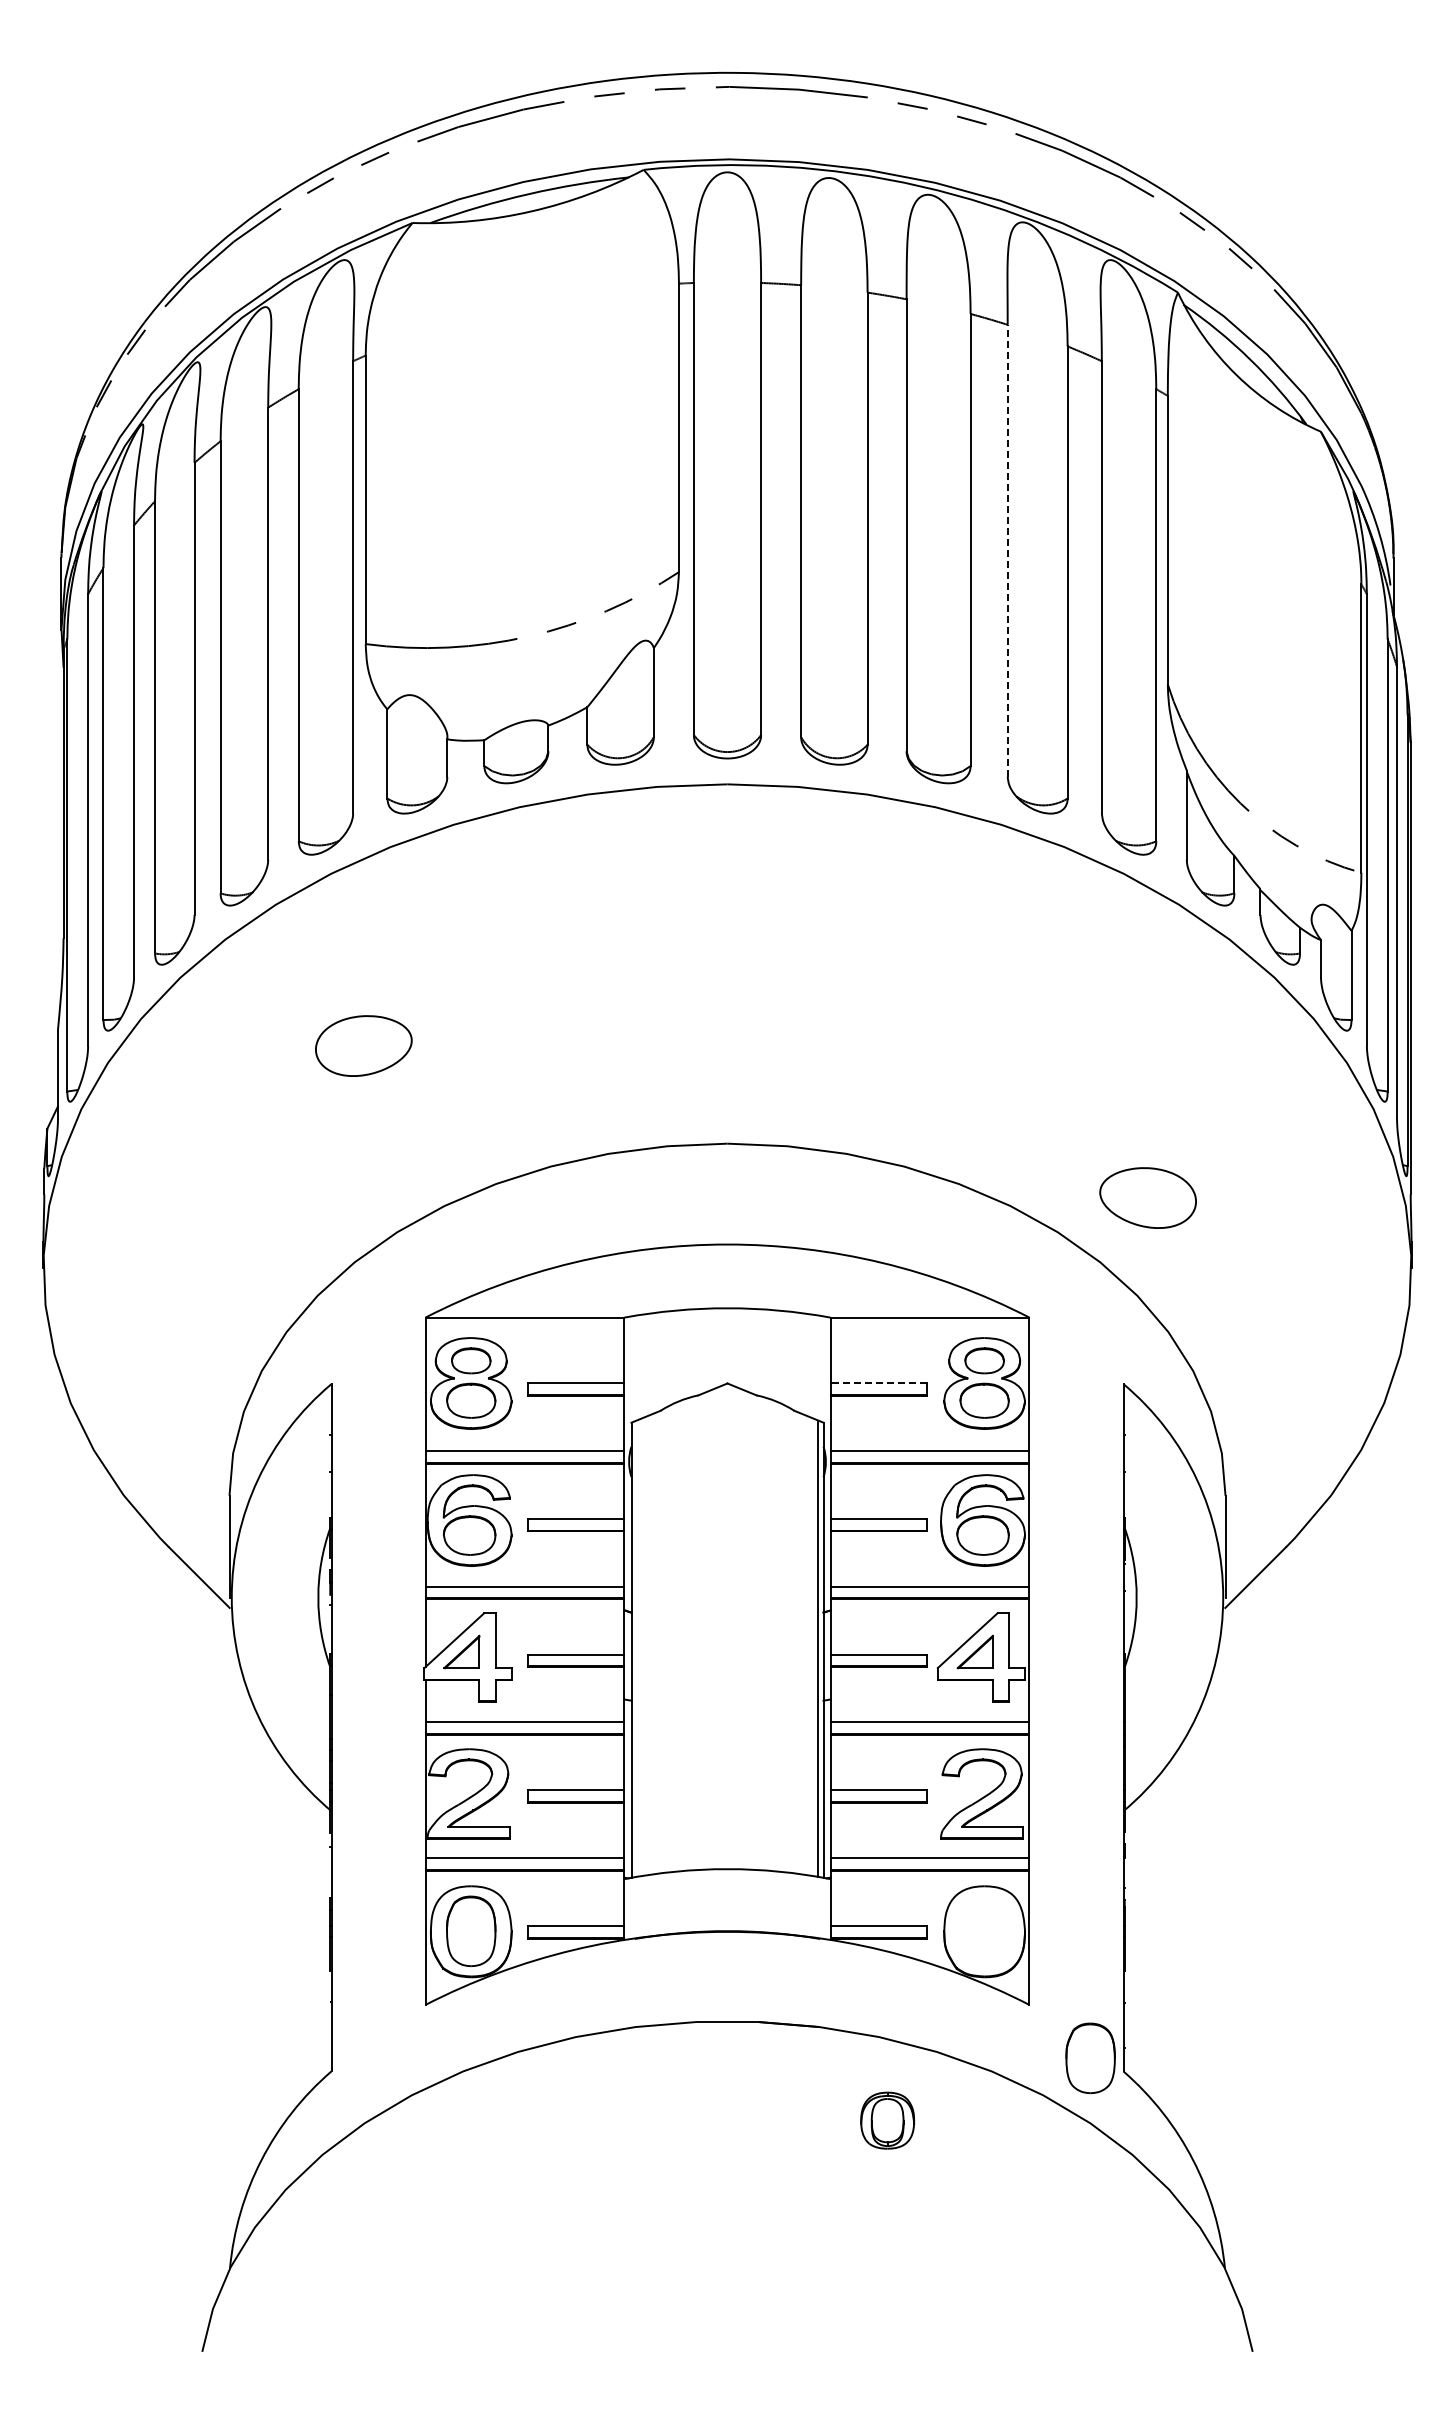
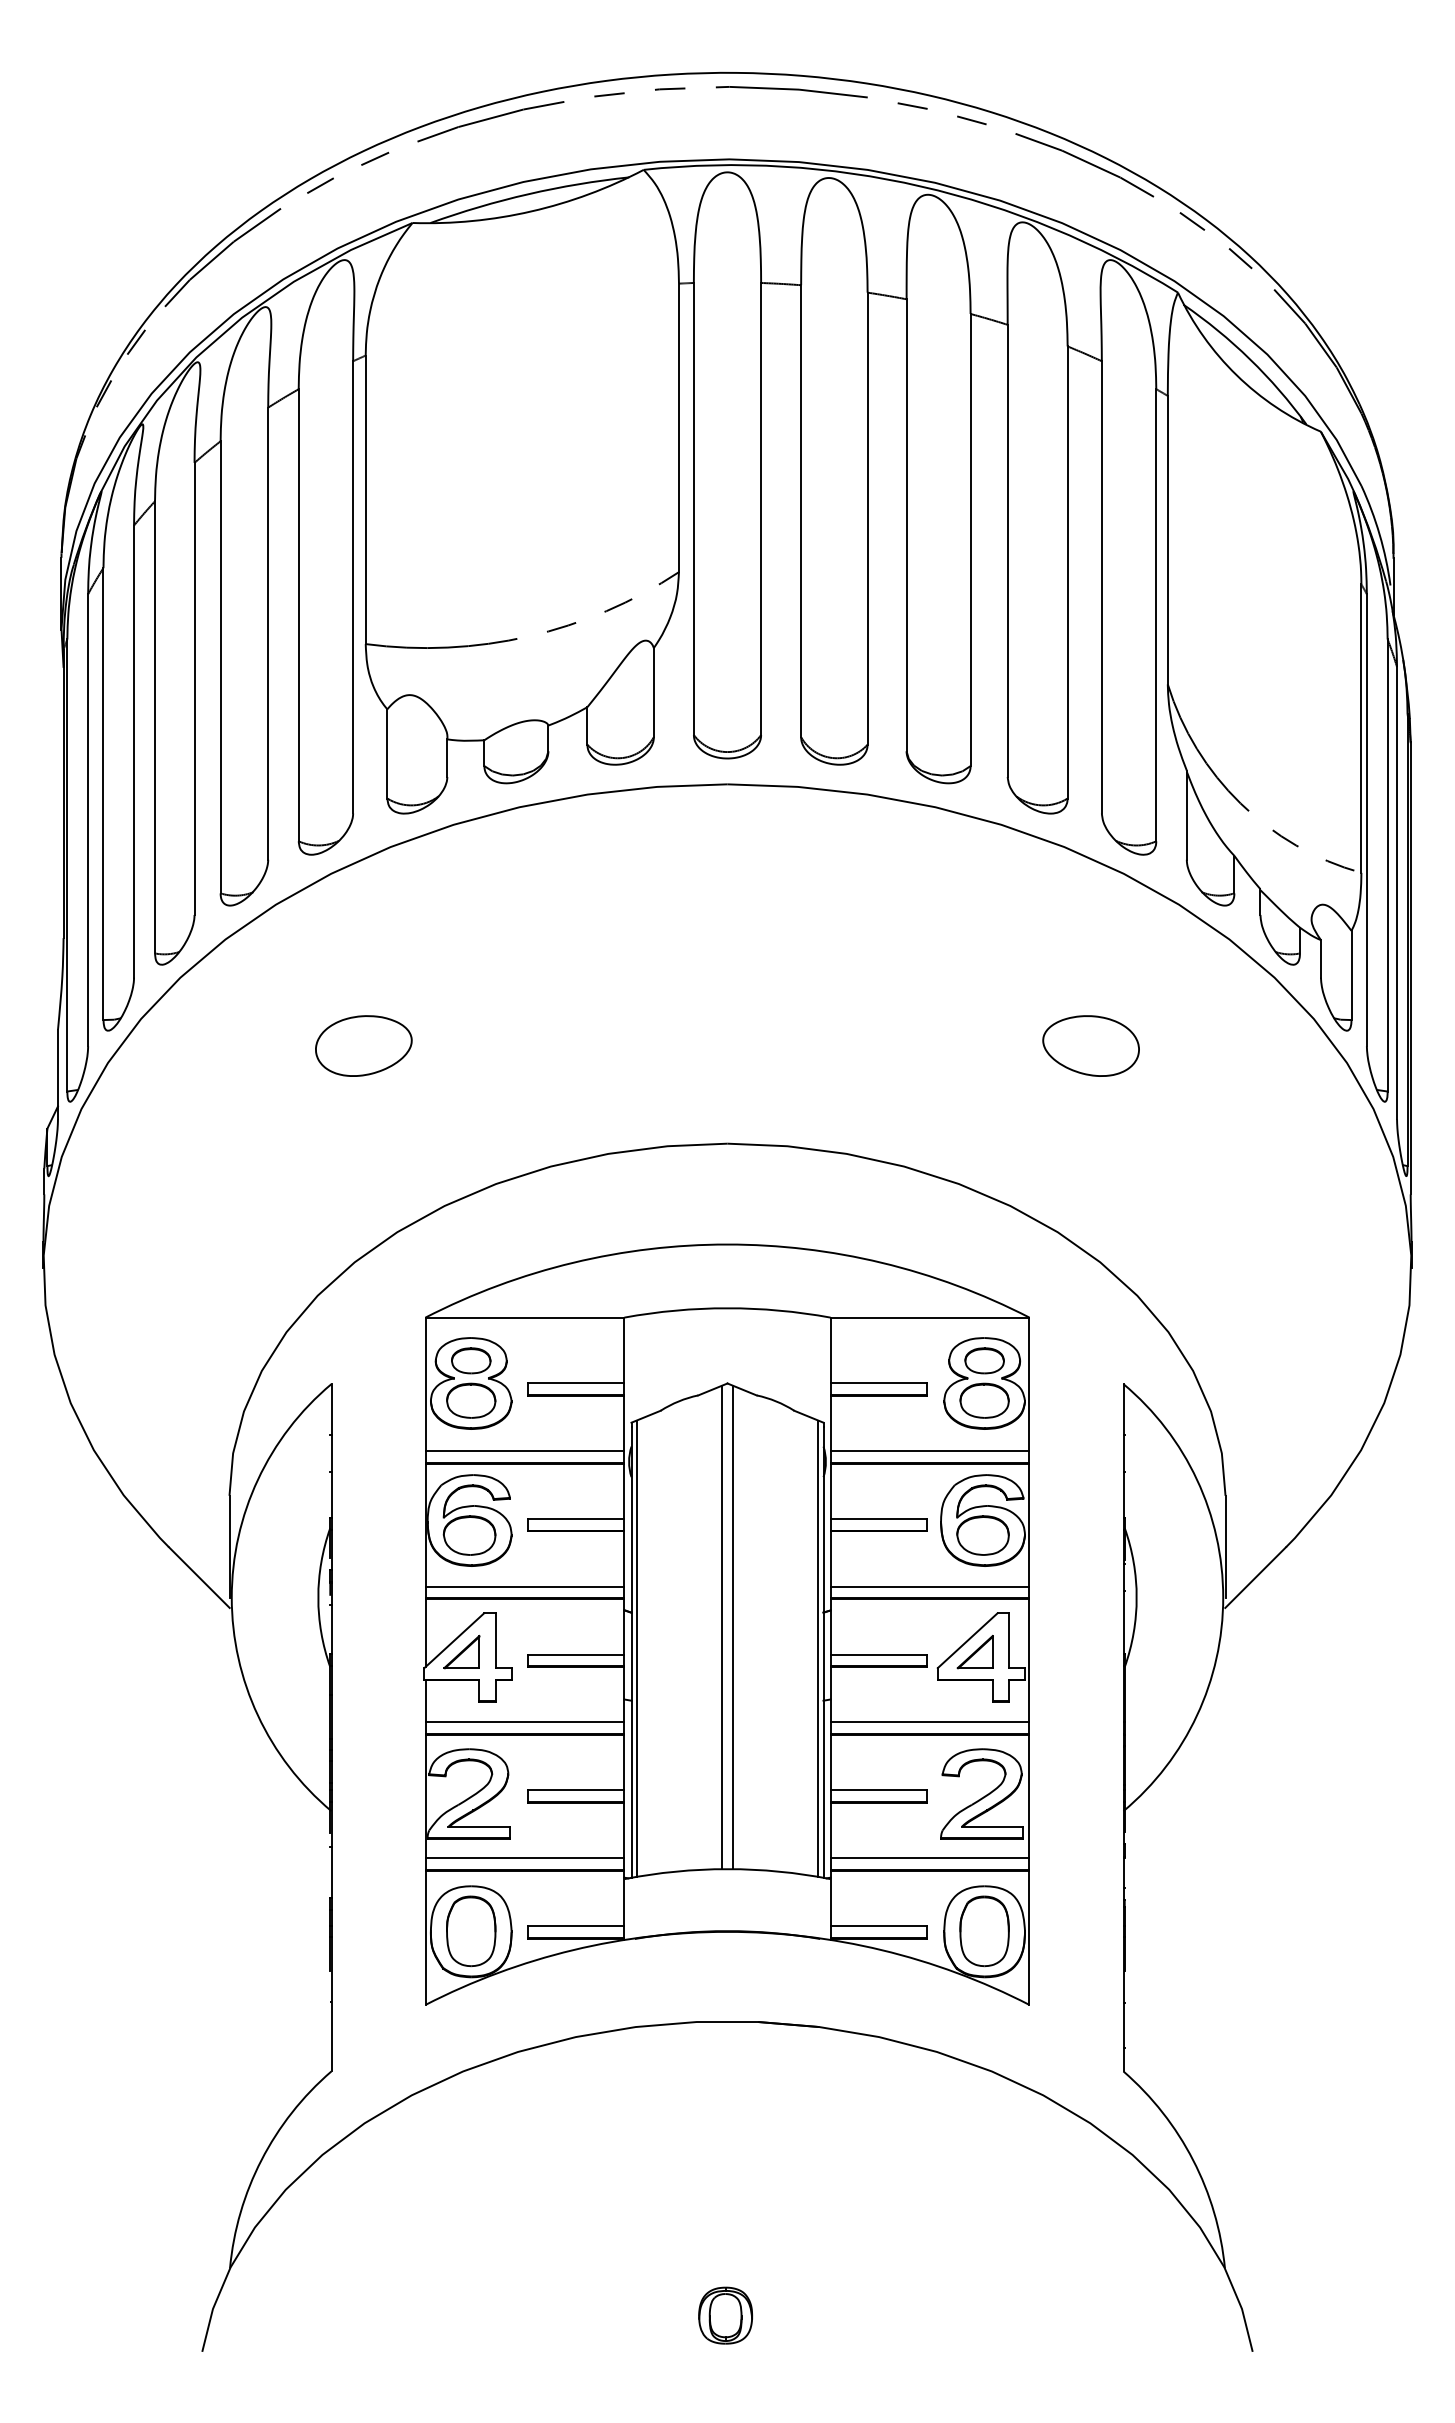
line at (1007, 550): dashed -> solid
part at (1147, 1197) position: (1147, 1197) -> (1090, 1045)
line at (878, 1382): dashed -> solid
line at (722, 1627): none -> present
line at (732, 1627): none -> present
line at (636, 1648): none -> present
part at (1090, 2058) position: (1090, 2058) -> (984, 1931)
part at (887, 2120) position: (887, 2120) -> (725, 2315)
